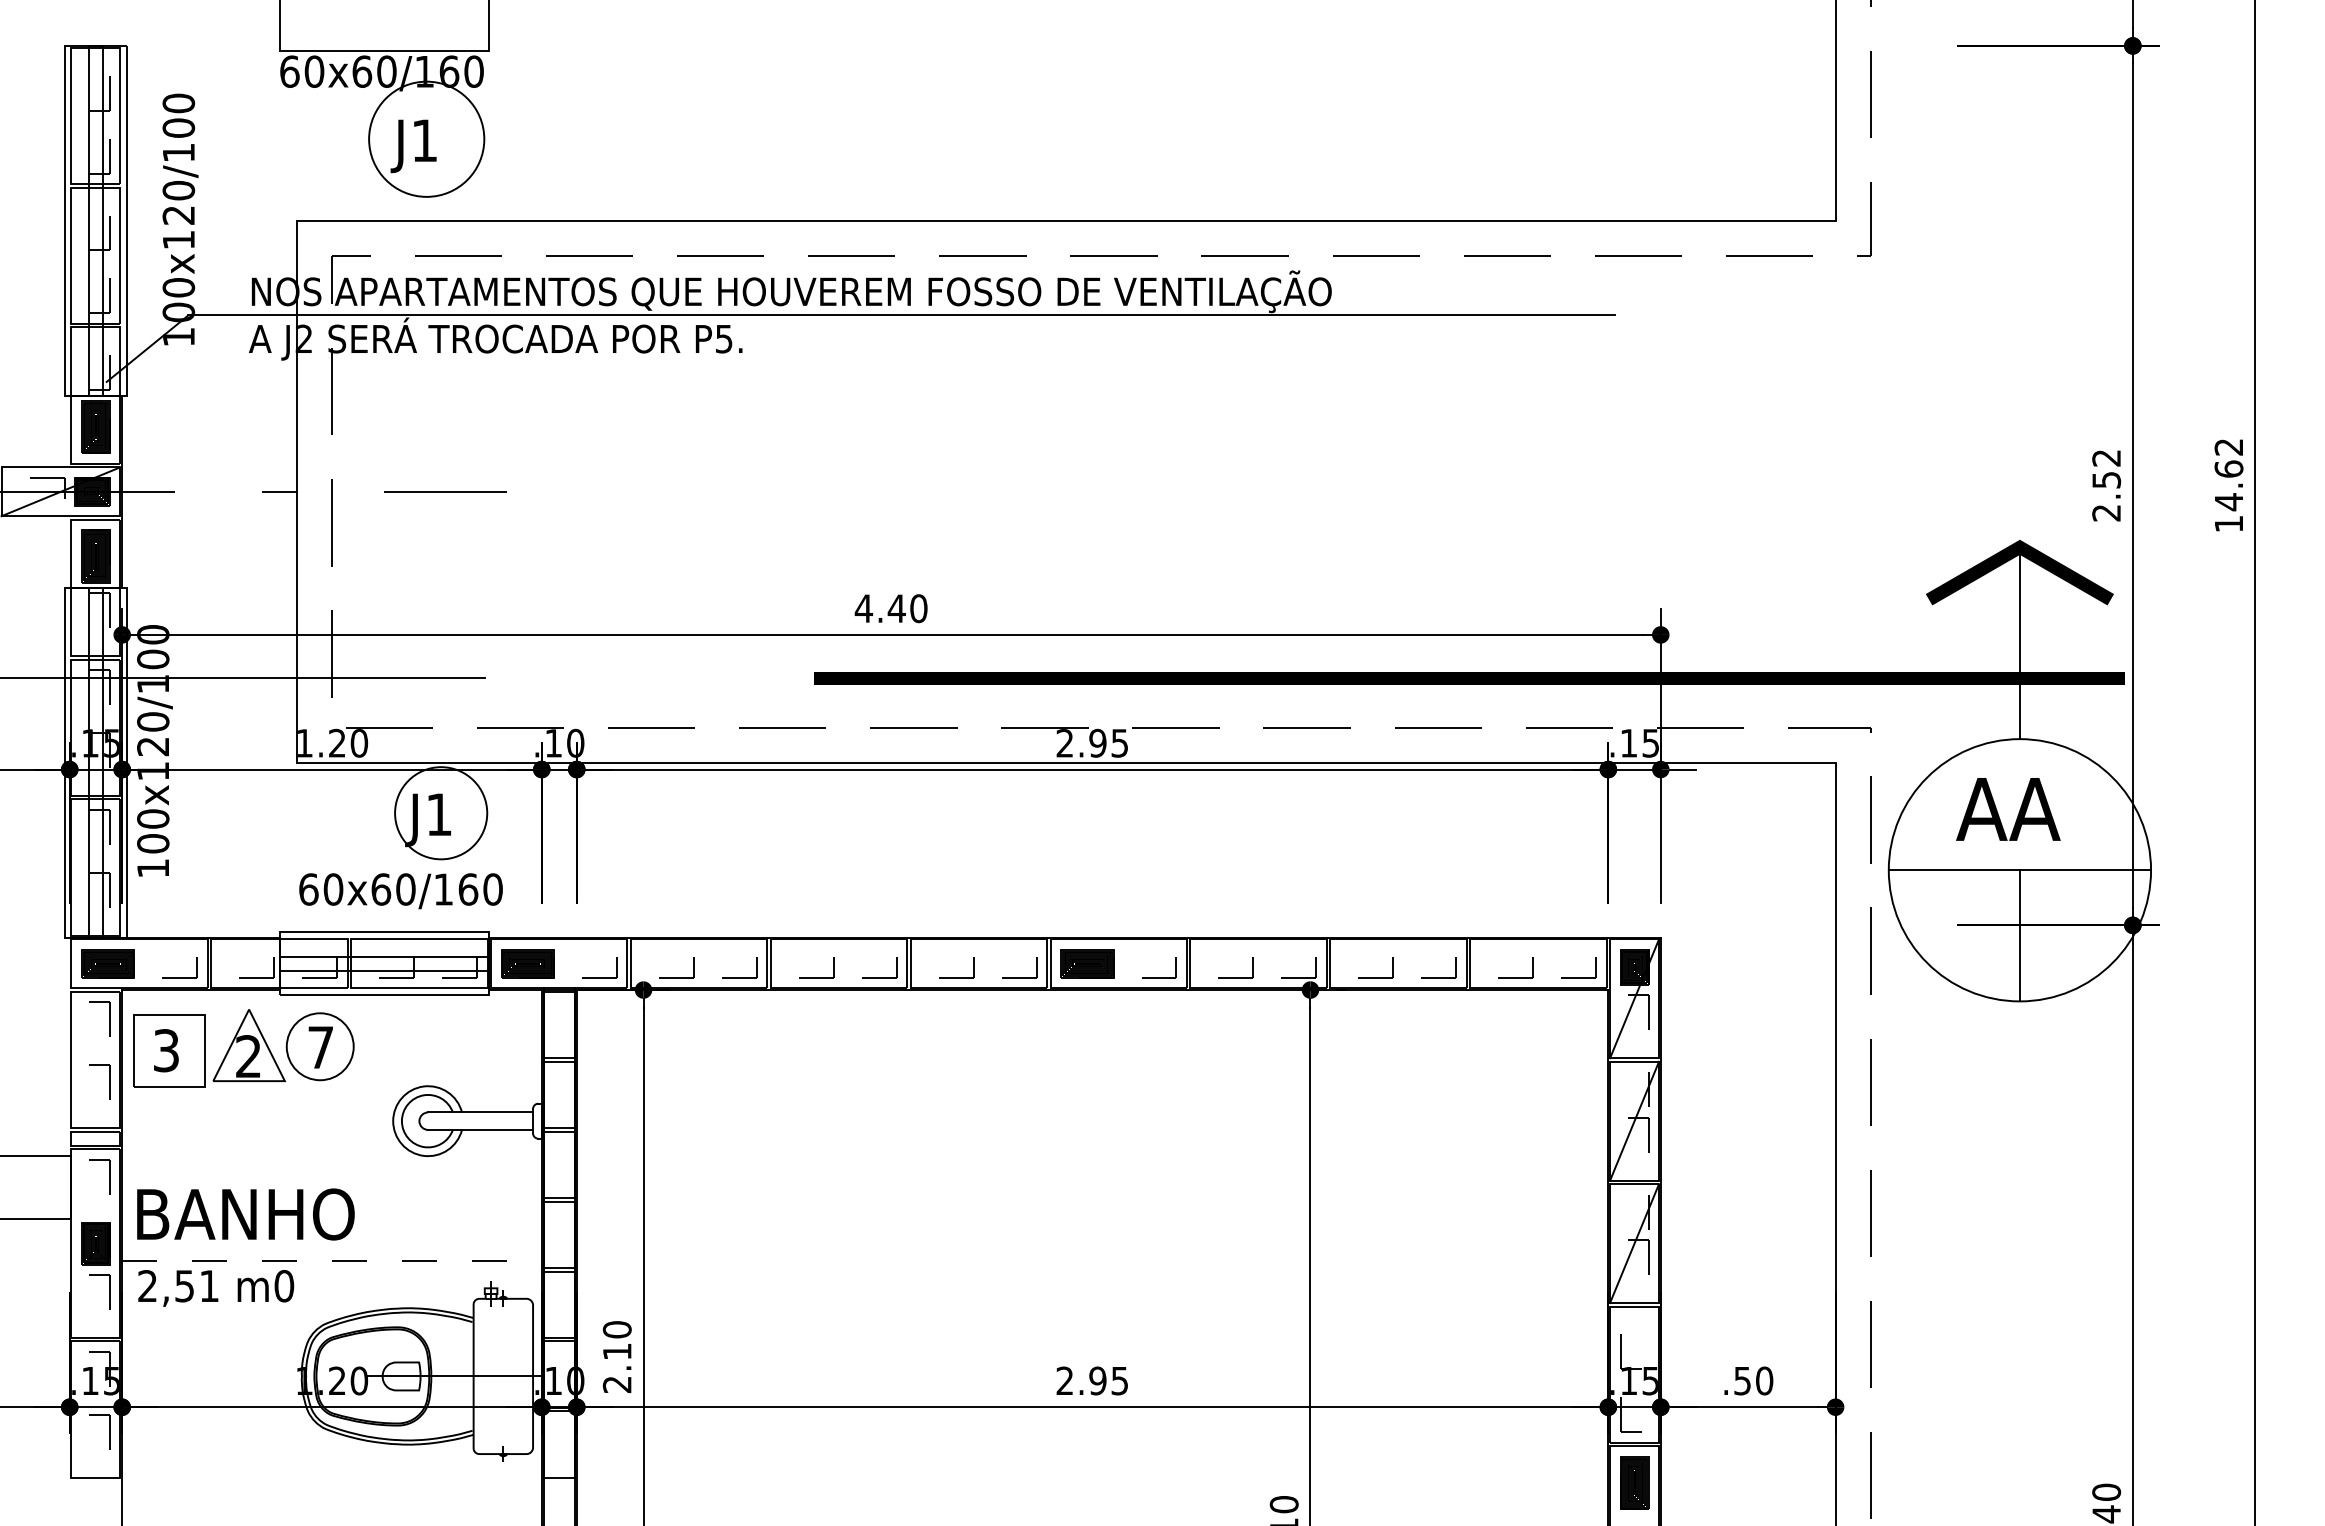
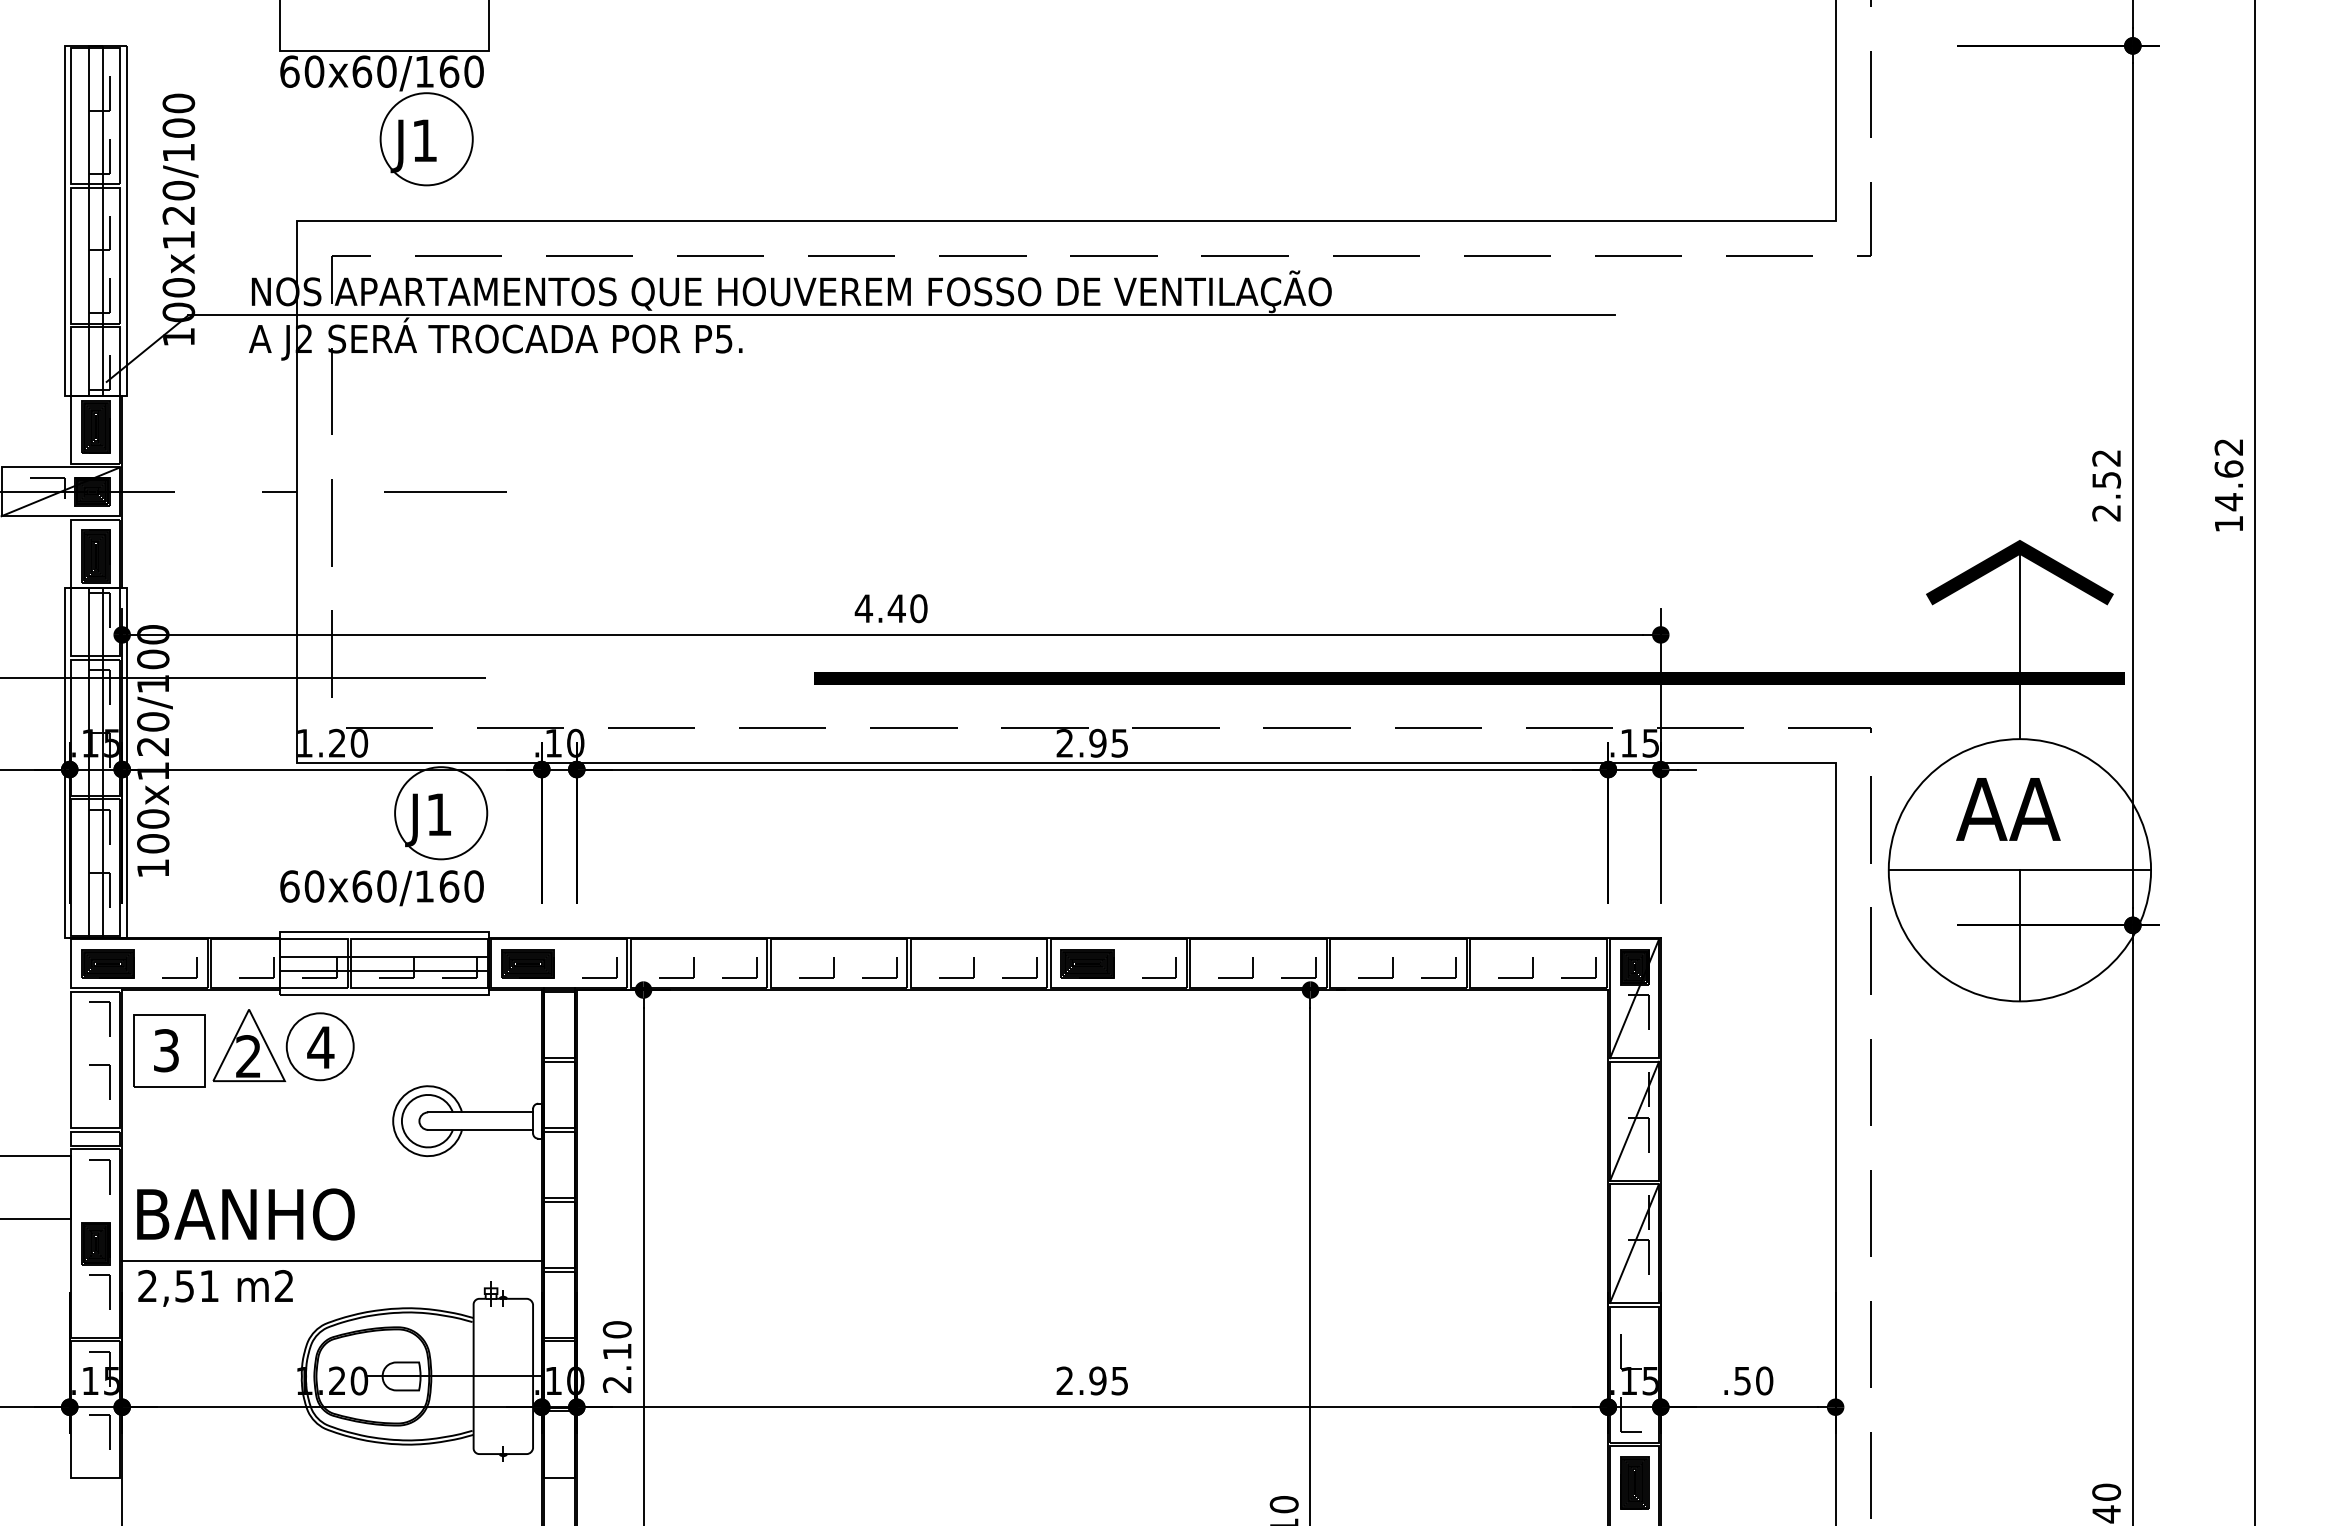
circle at (426, 138) diameter: 115 px -> 92 px
text at (400, 891) position: (400, 891) -> (381, 888)
text at (320, 1047): 7 -> 4
line at (332, 1261): dashed -> solid
text at (284, 1286): m0 -> m2
